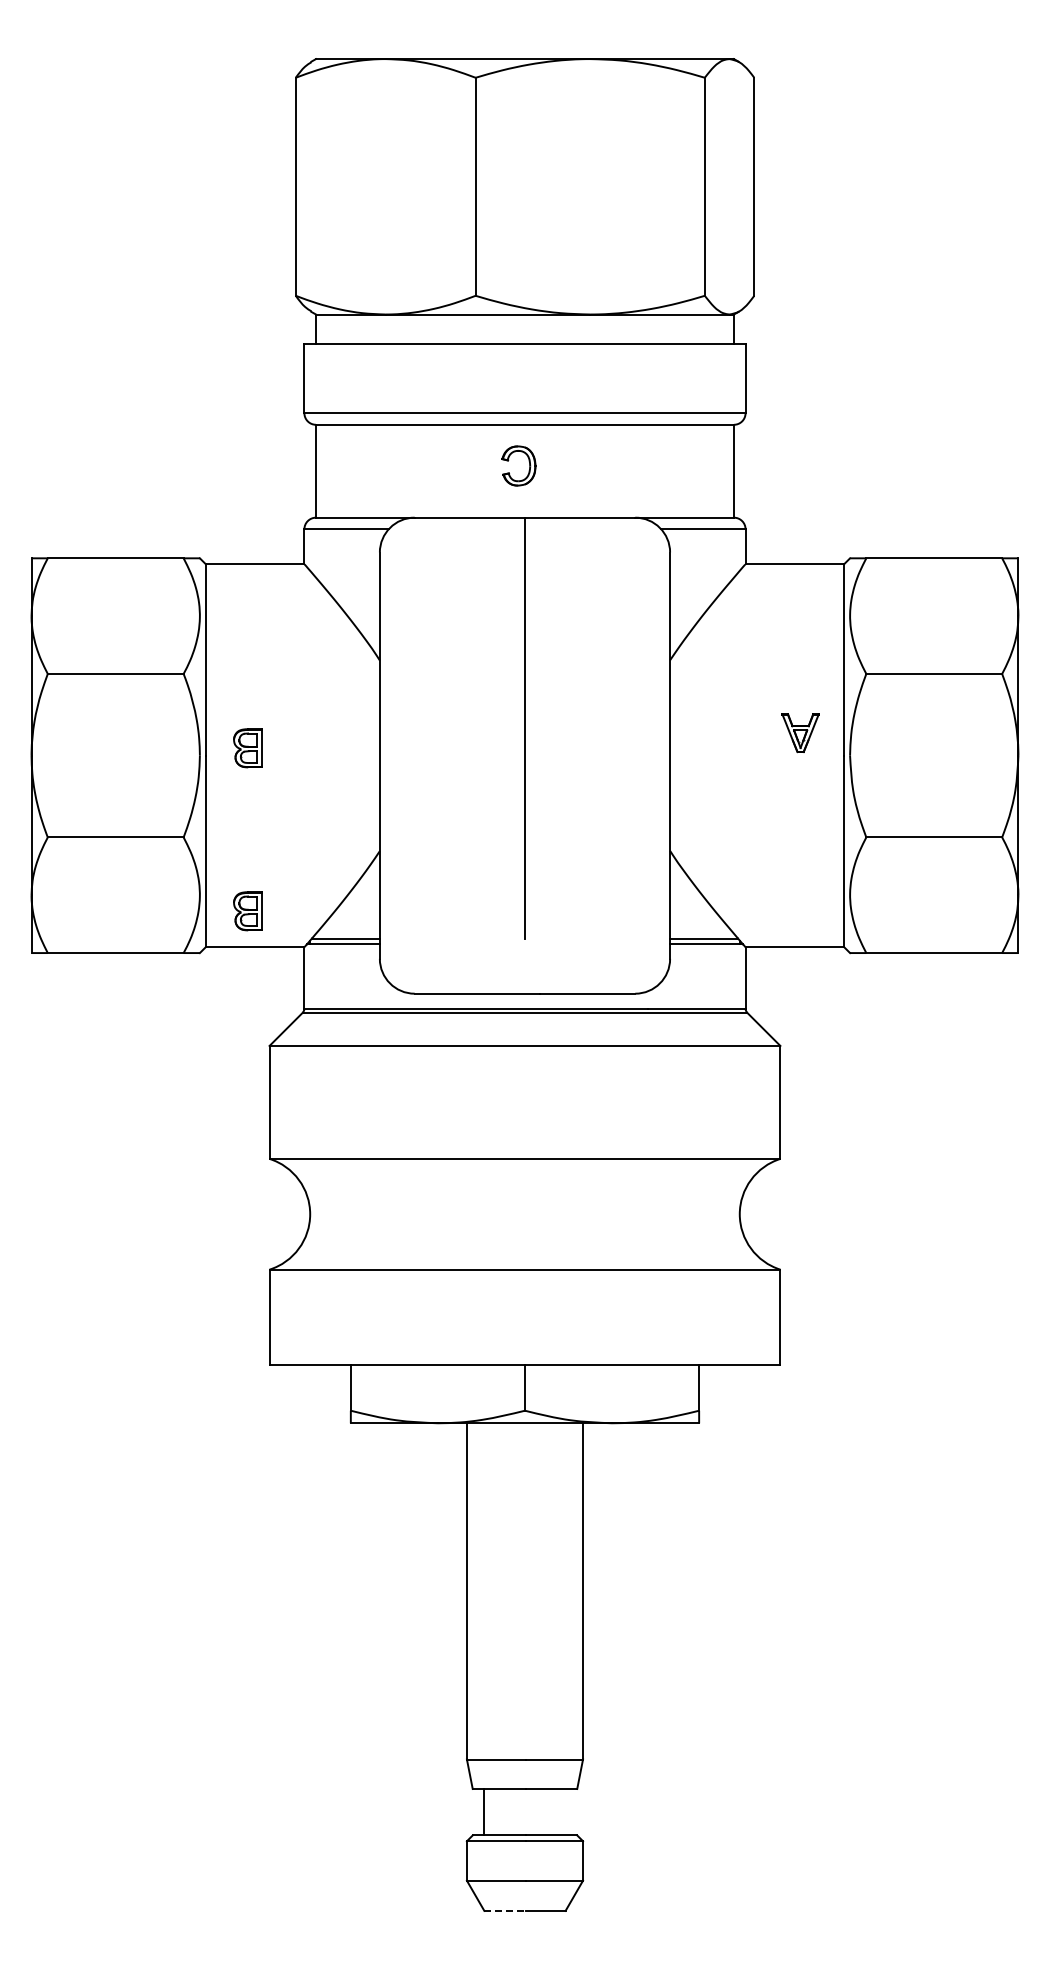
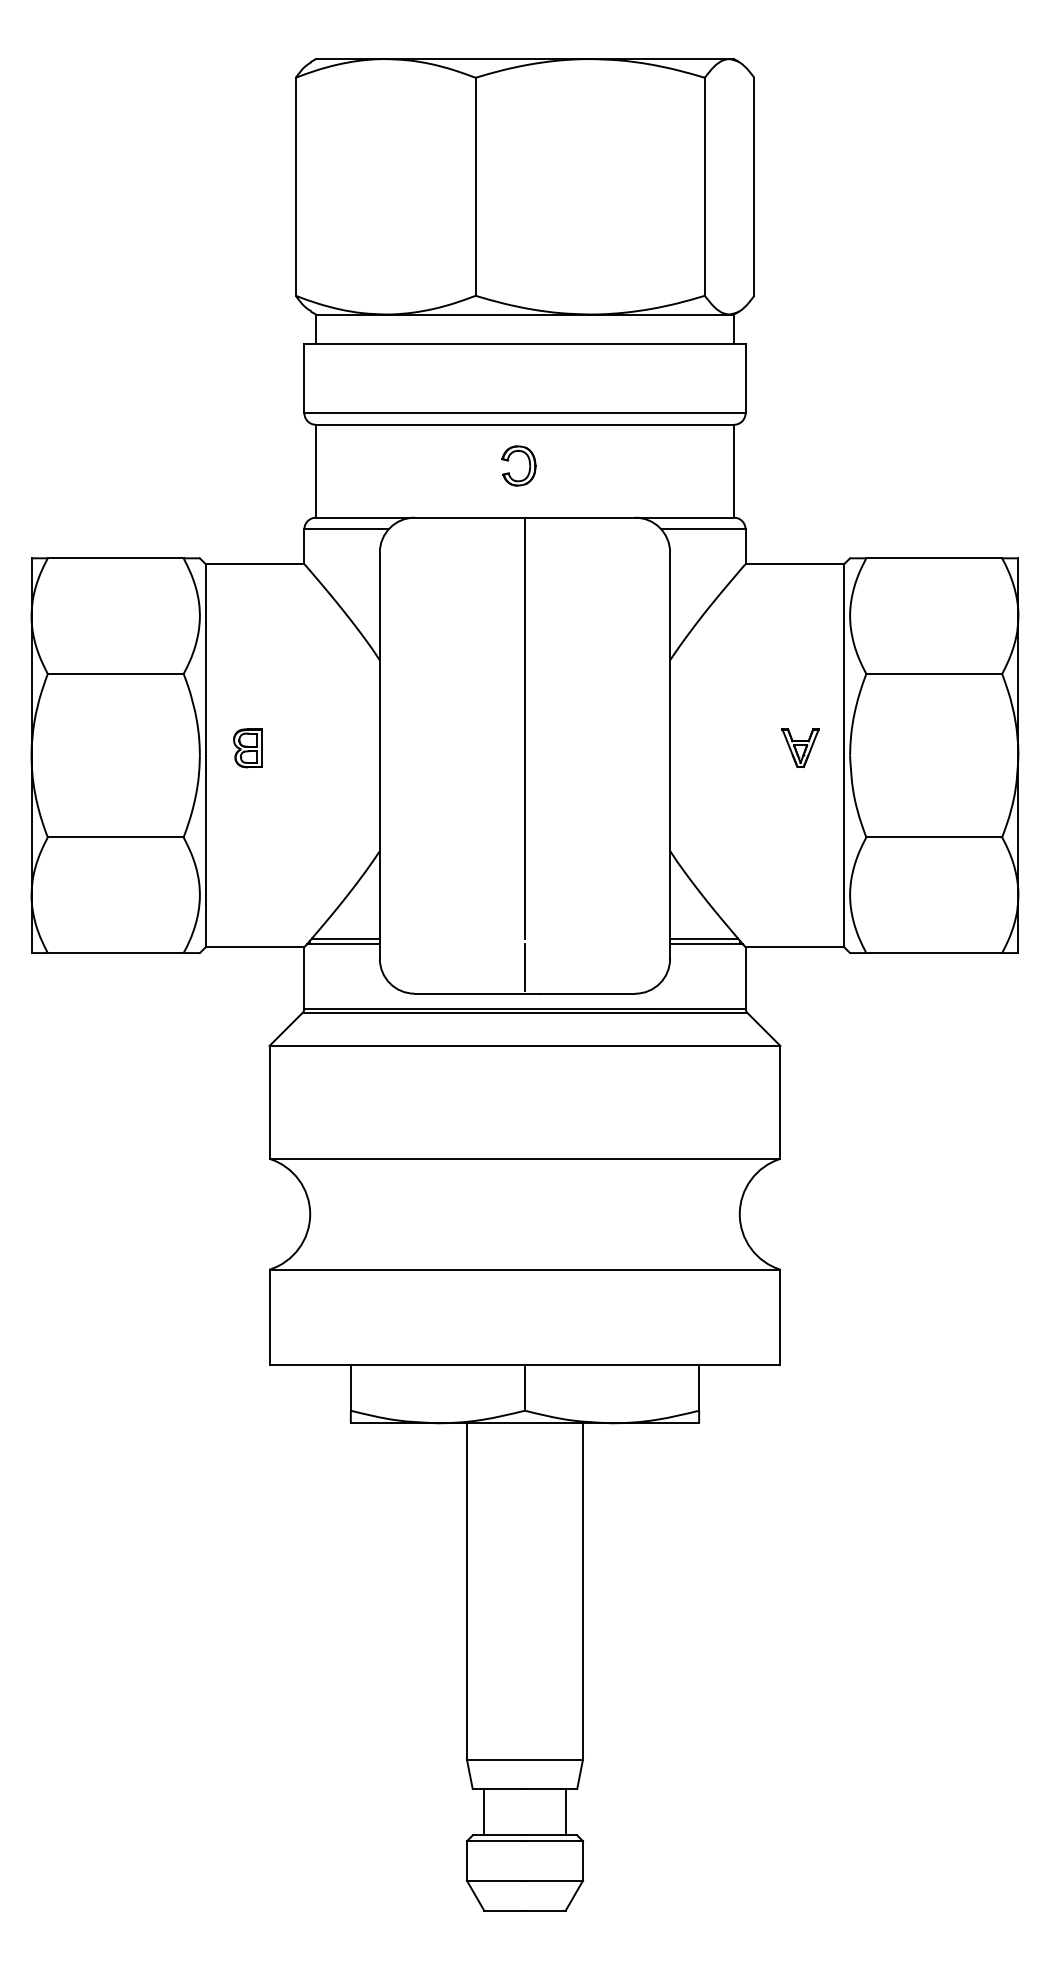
part at (800, 733) position: (800, 733) -> (800, 748)
part at (247, 911): present -> none
line at (524, 967): none -> present
line at (565, 1811): none -> present
line at (505, 1910): dashed -> solid
